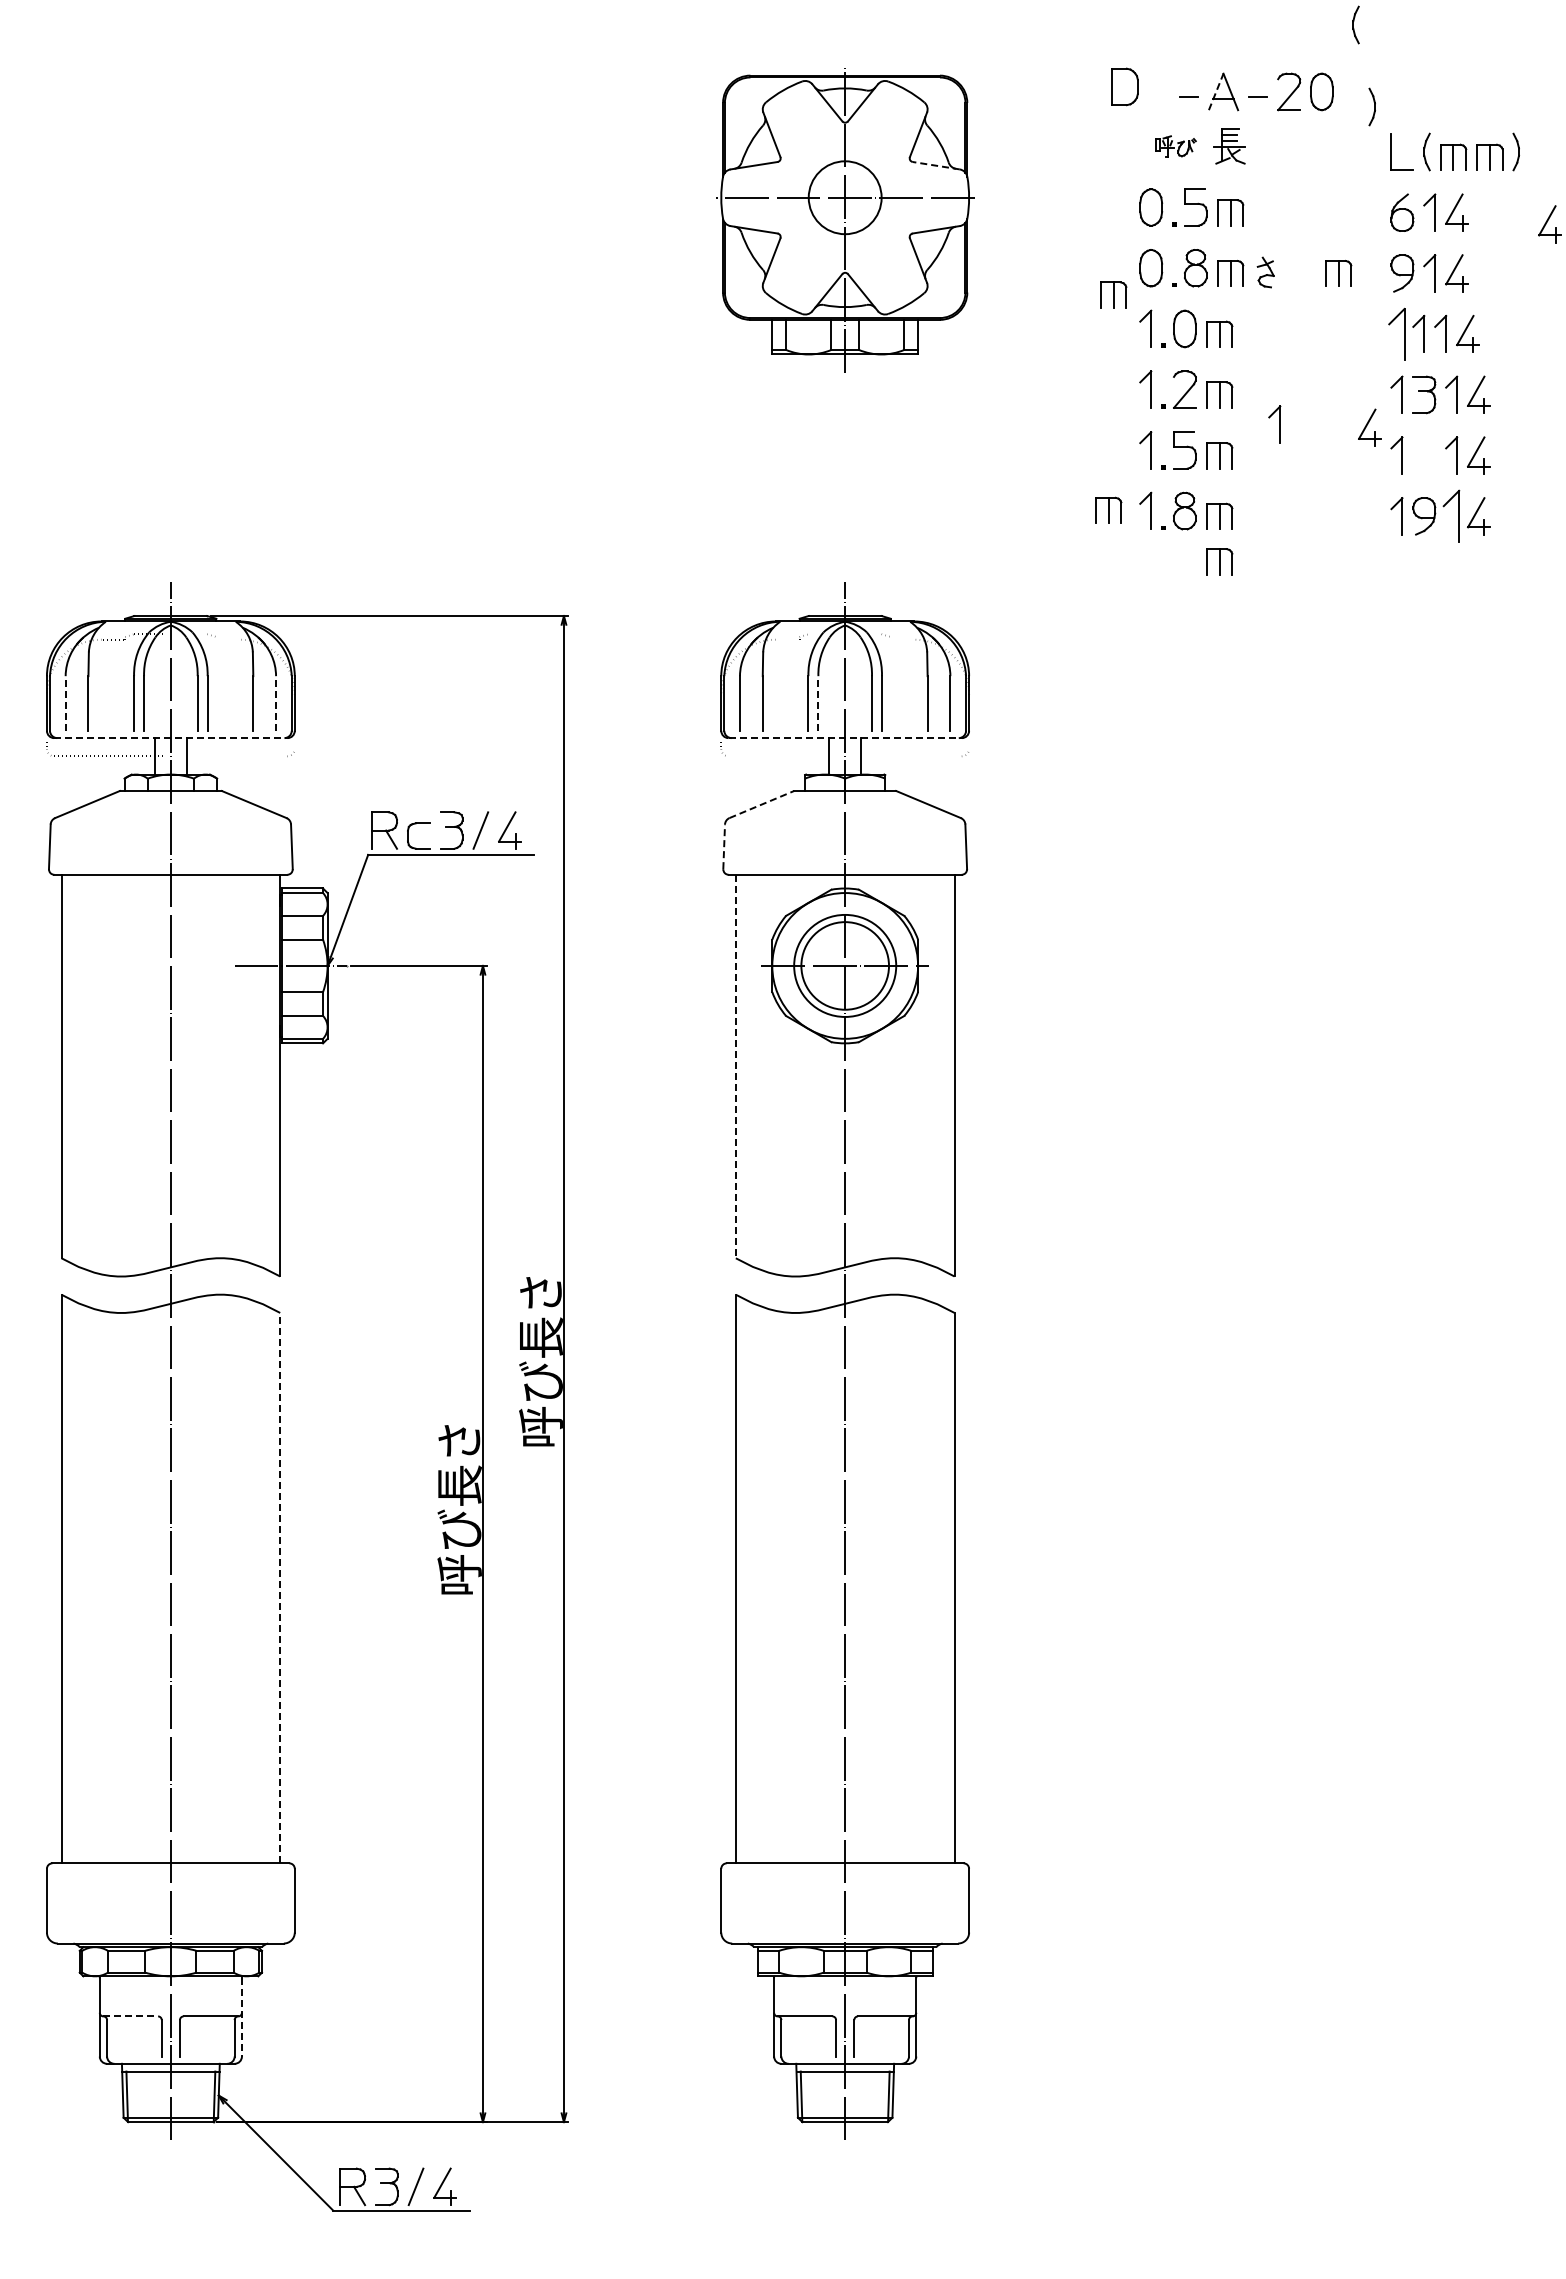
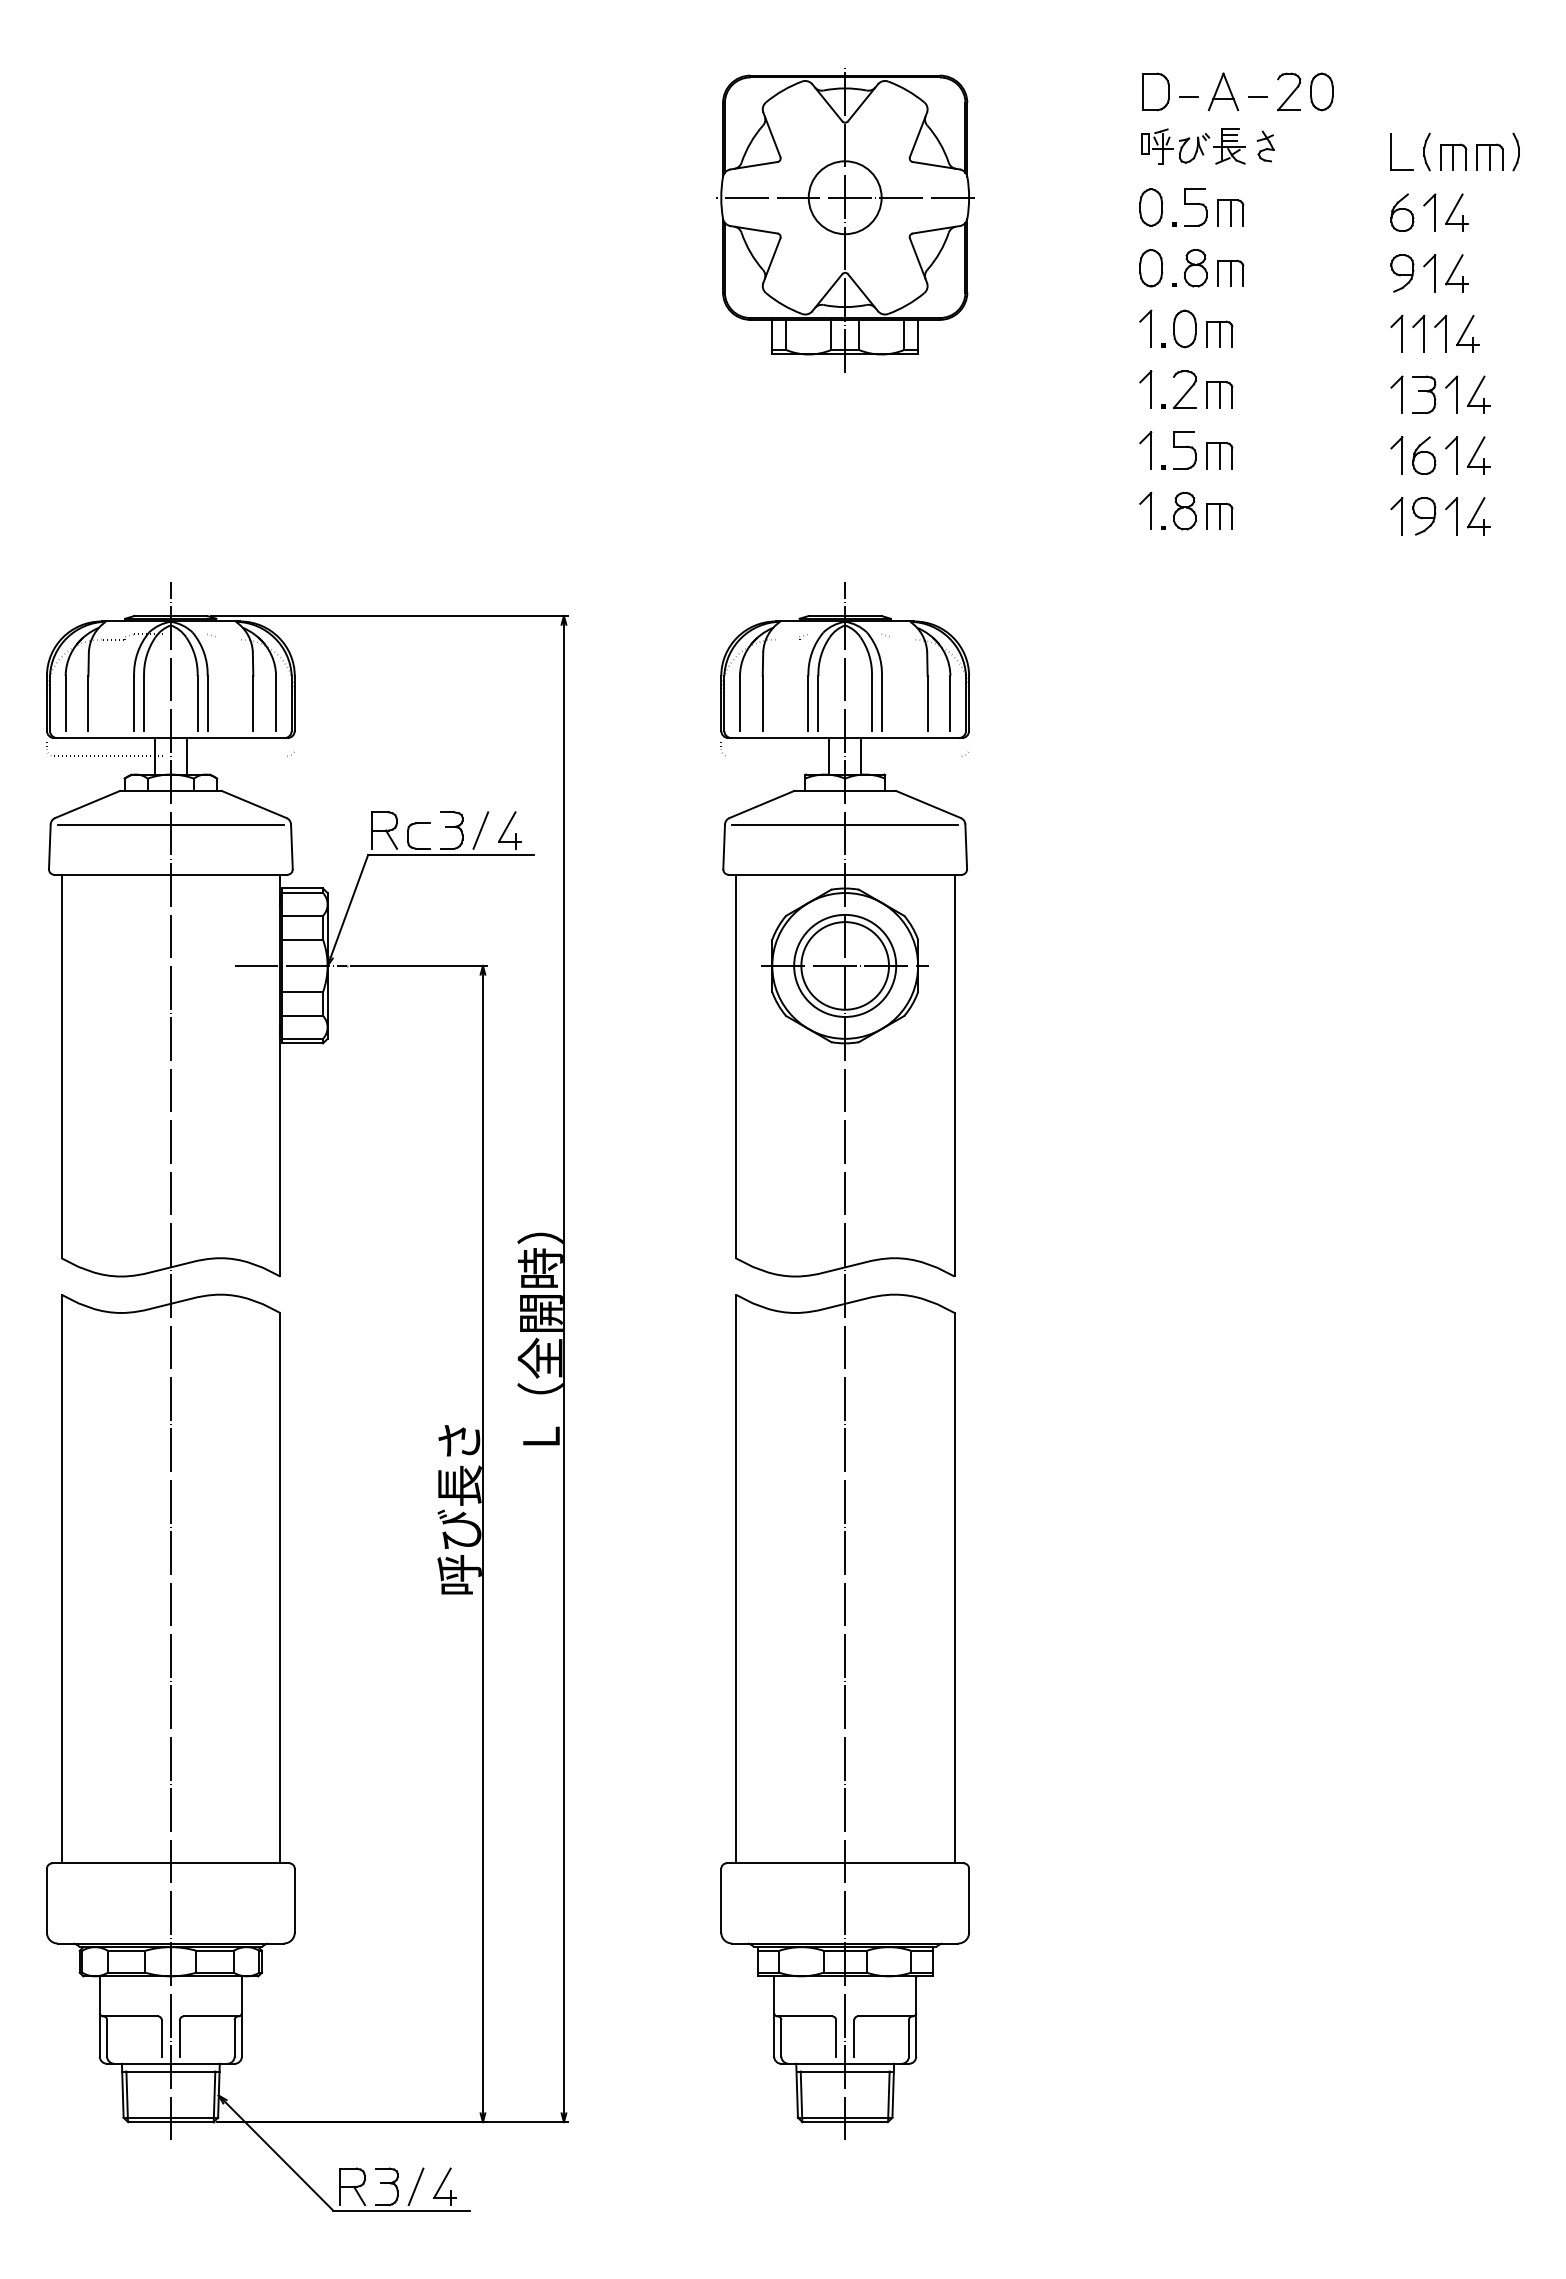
part at (1355, 24): present -> none
part at (1124, 86) position: (1124, 86) -> (1155, 91)
line at (1216, 91): dashed -> solid
part at (1371, 106): present -> none
part at (1175, 146) size: 42x23 px -> 70x37 px
line at (936, 165): dashed -> solid
part at (1549, 224): present -> none
part at (1265, 272) position: (1265, 272) -> (1265, 146)
part at (1338, 272): present -> none
part at (1113, 294): present -> none
part at (1396, 333) size: 18x54 px -> 14x39 px
part at (1274, 424): present -> none
part at (1369, 427): present -> none
part at (1424, 455): none -> present
part at (1108, 509): present -> none
part at (1451, 515) size: 19x54 px -> 14x39 px
part at (1219, 561): present -> none
line at (65, 703): dashed -> solid
line at (276, 703): dashed -> solid
line at (818, 703): dashed -> solid
line at (170, 738): dashed -> solid
line at (845, 738): dashed -> solid
line at (762, 804): dashed -> solid
line at (170, 824): none -> present
line at (845, 824): none -> present
line at (724, 846): dashed -> solid
line at (735, 1066): dashed -> solid
text at (539, 1339): 呼び長さ -> L（全開時）
line at (280, 1587): dashed -> solid
line at (131, 2016): dashed -> solid
line at (241, 2017): dashed -> solid
